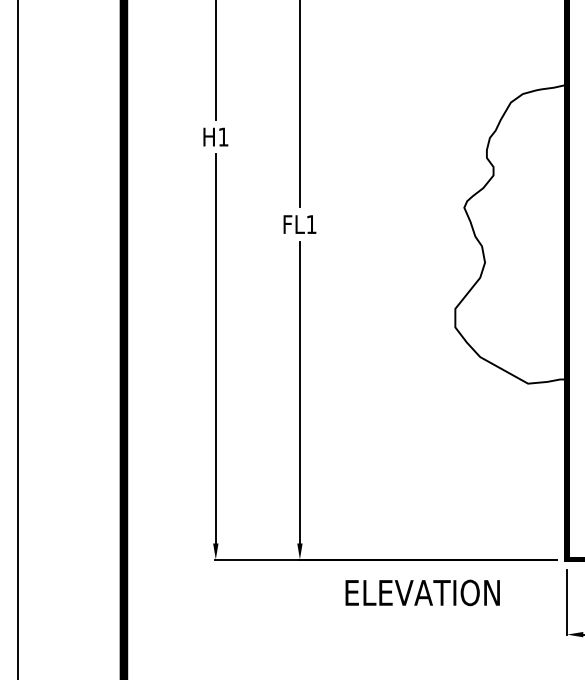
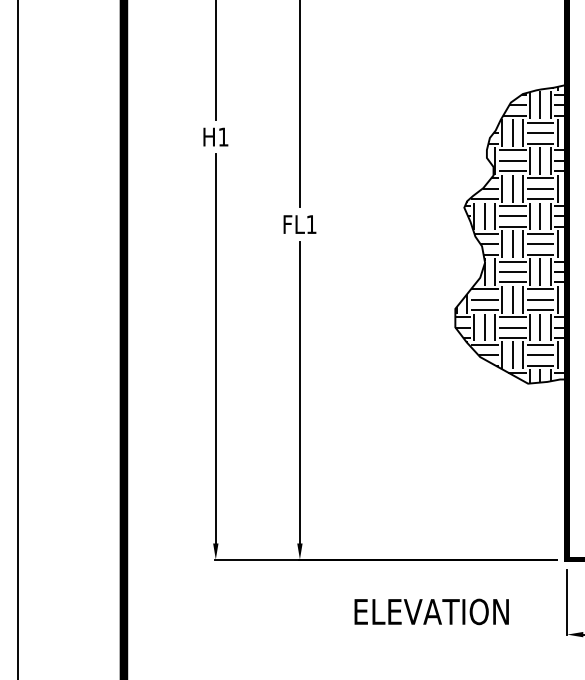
hatch at (511, 234): none -> present
text at (422, 592) position: (422, 592) -> (431, 611)
